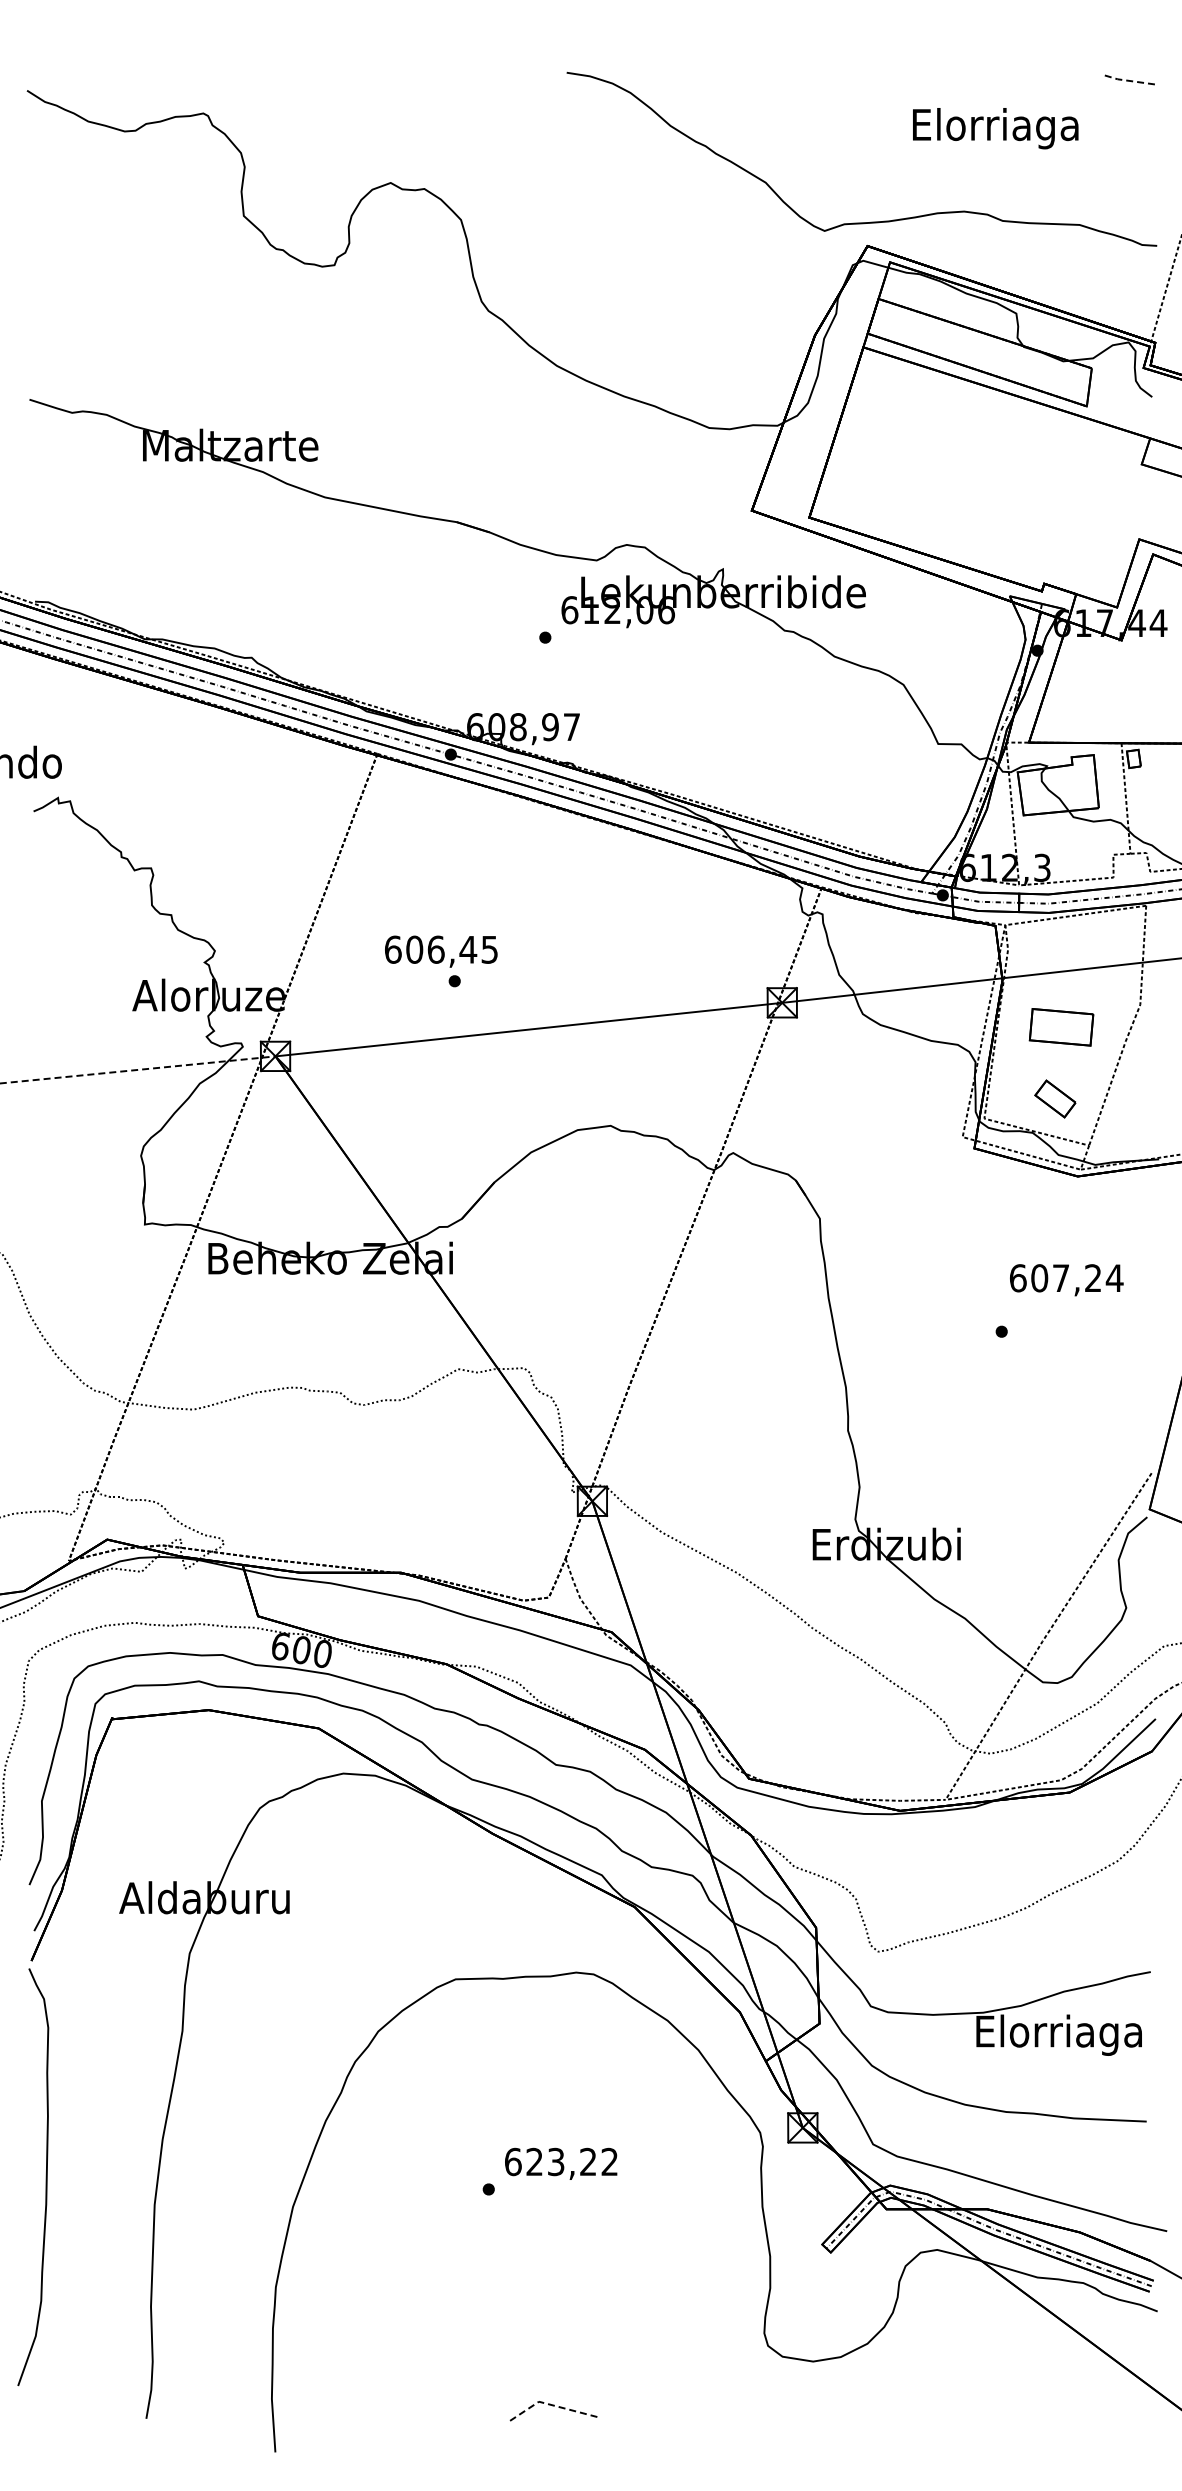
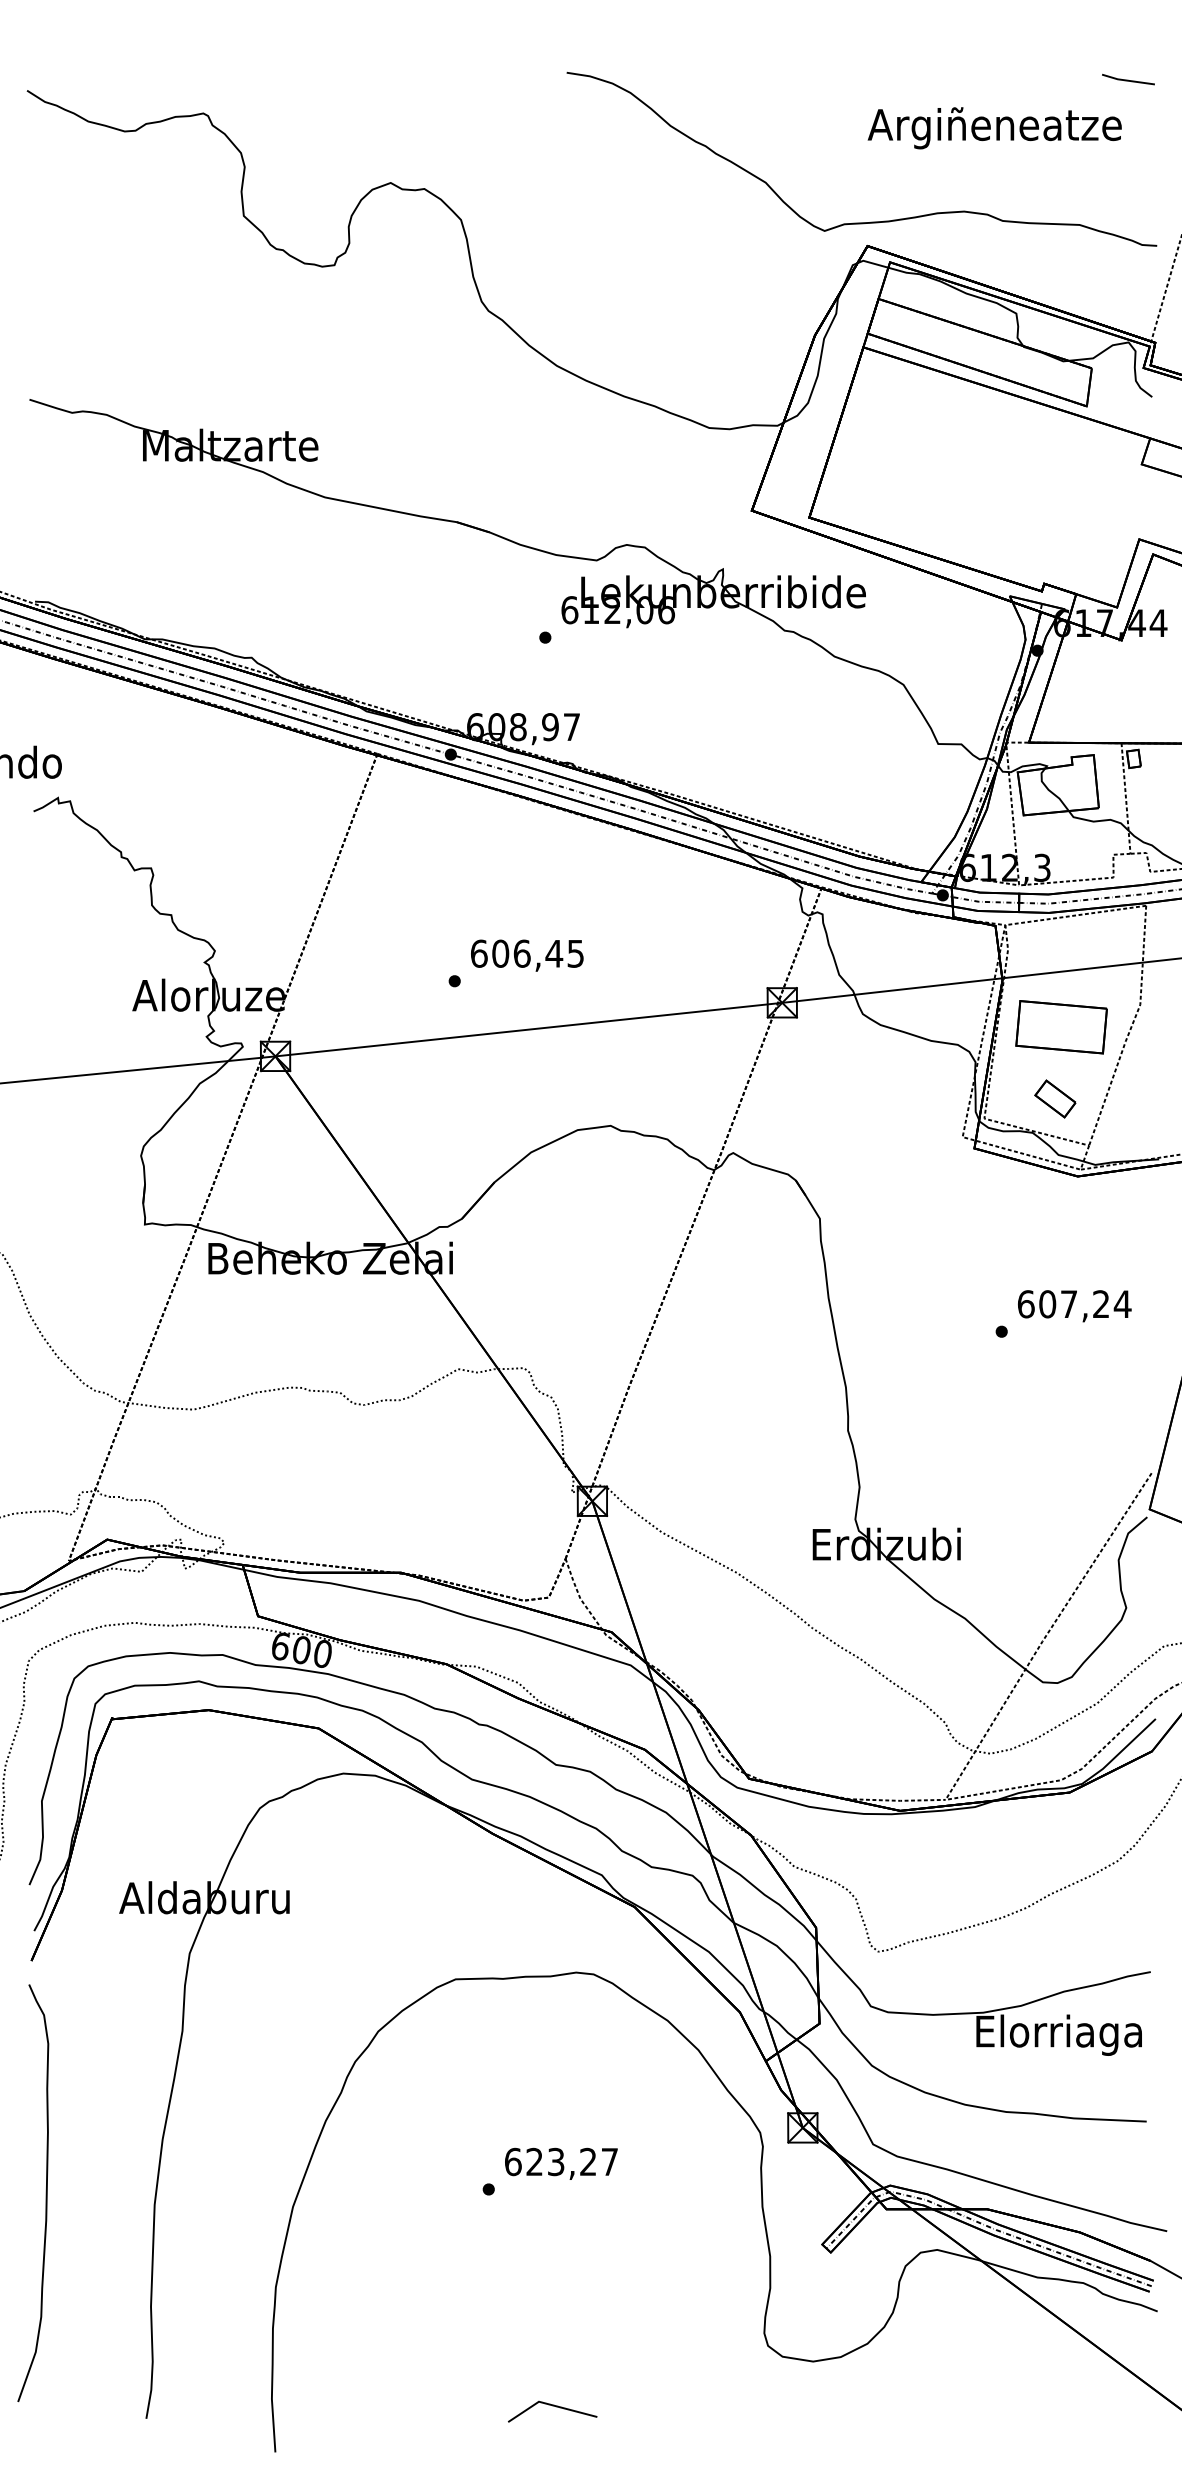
line at (1127, 80): dashed -> solid
text at (994, 128): Elorriaga -> Argiñeneatze
text at (441, 951) position: (441, 951) -> (527, 955)
part at (1061, 1027) size: 67x39 px -> 93x55 px
line at (138, 1069): dashed -> solid
text at (1066, 1280) position: (1066, 1280) -> (1074, 1306)
text at (609, 2161): 623,22 -> 623,27
curve at (45, 2177) position: (45, 2177) -> (45, 2193)
line at (549, 2404): dashed -> solid
